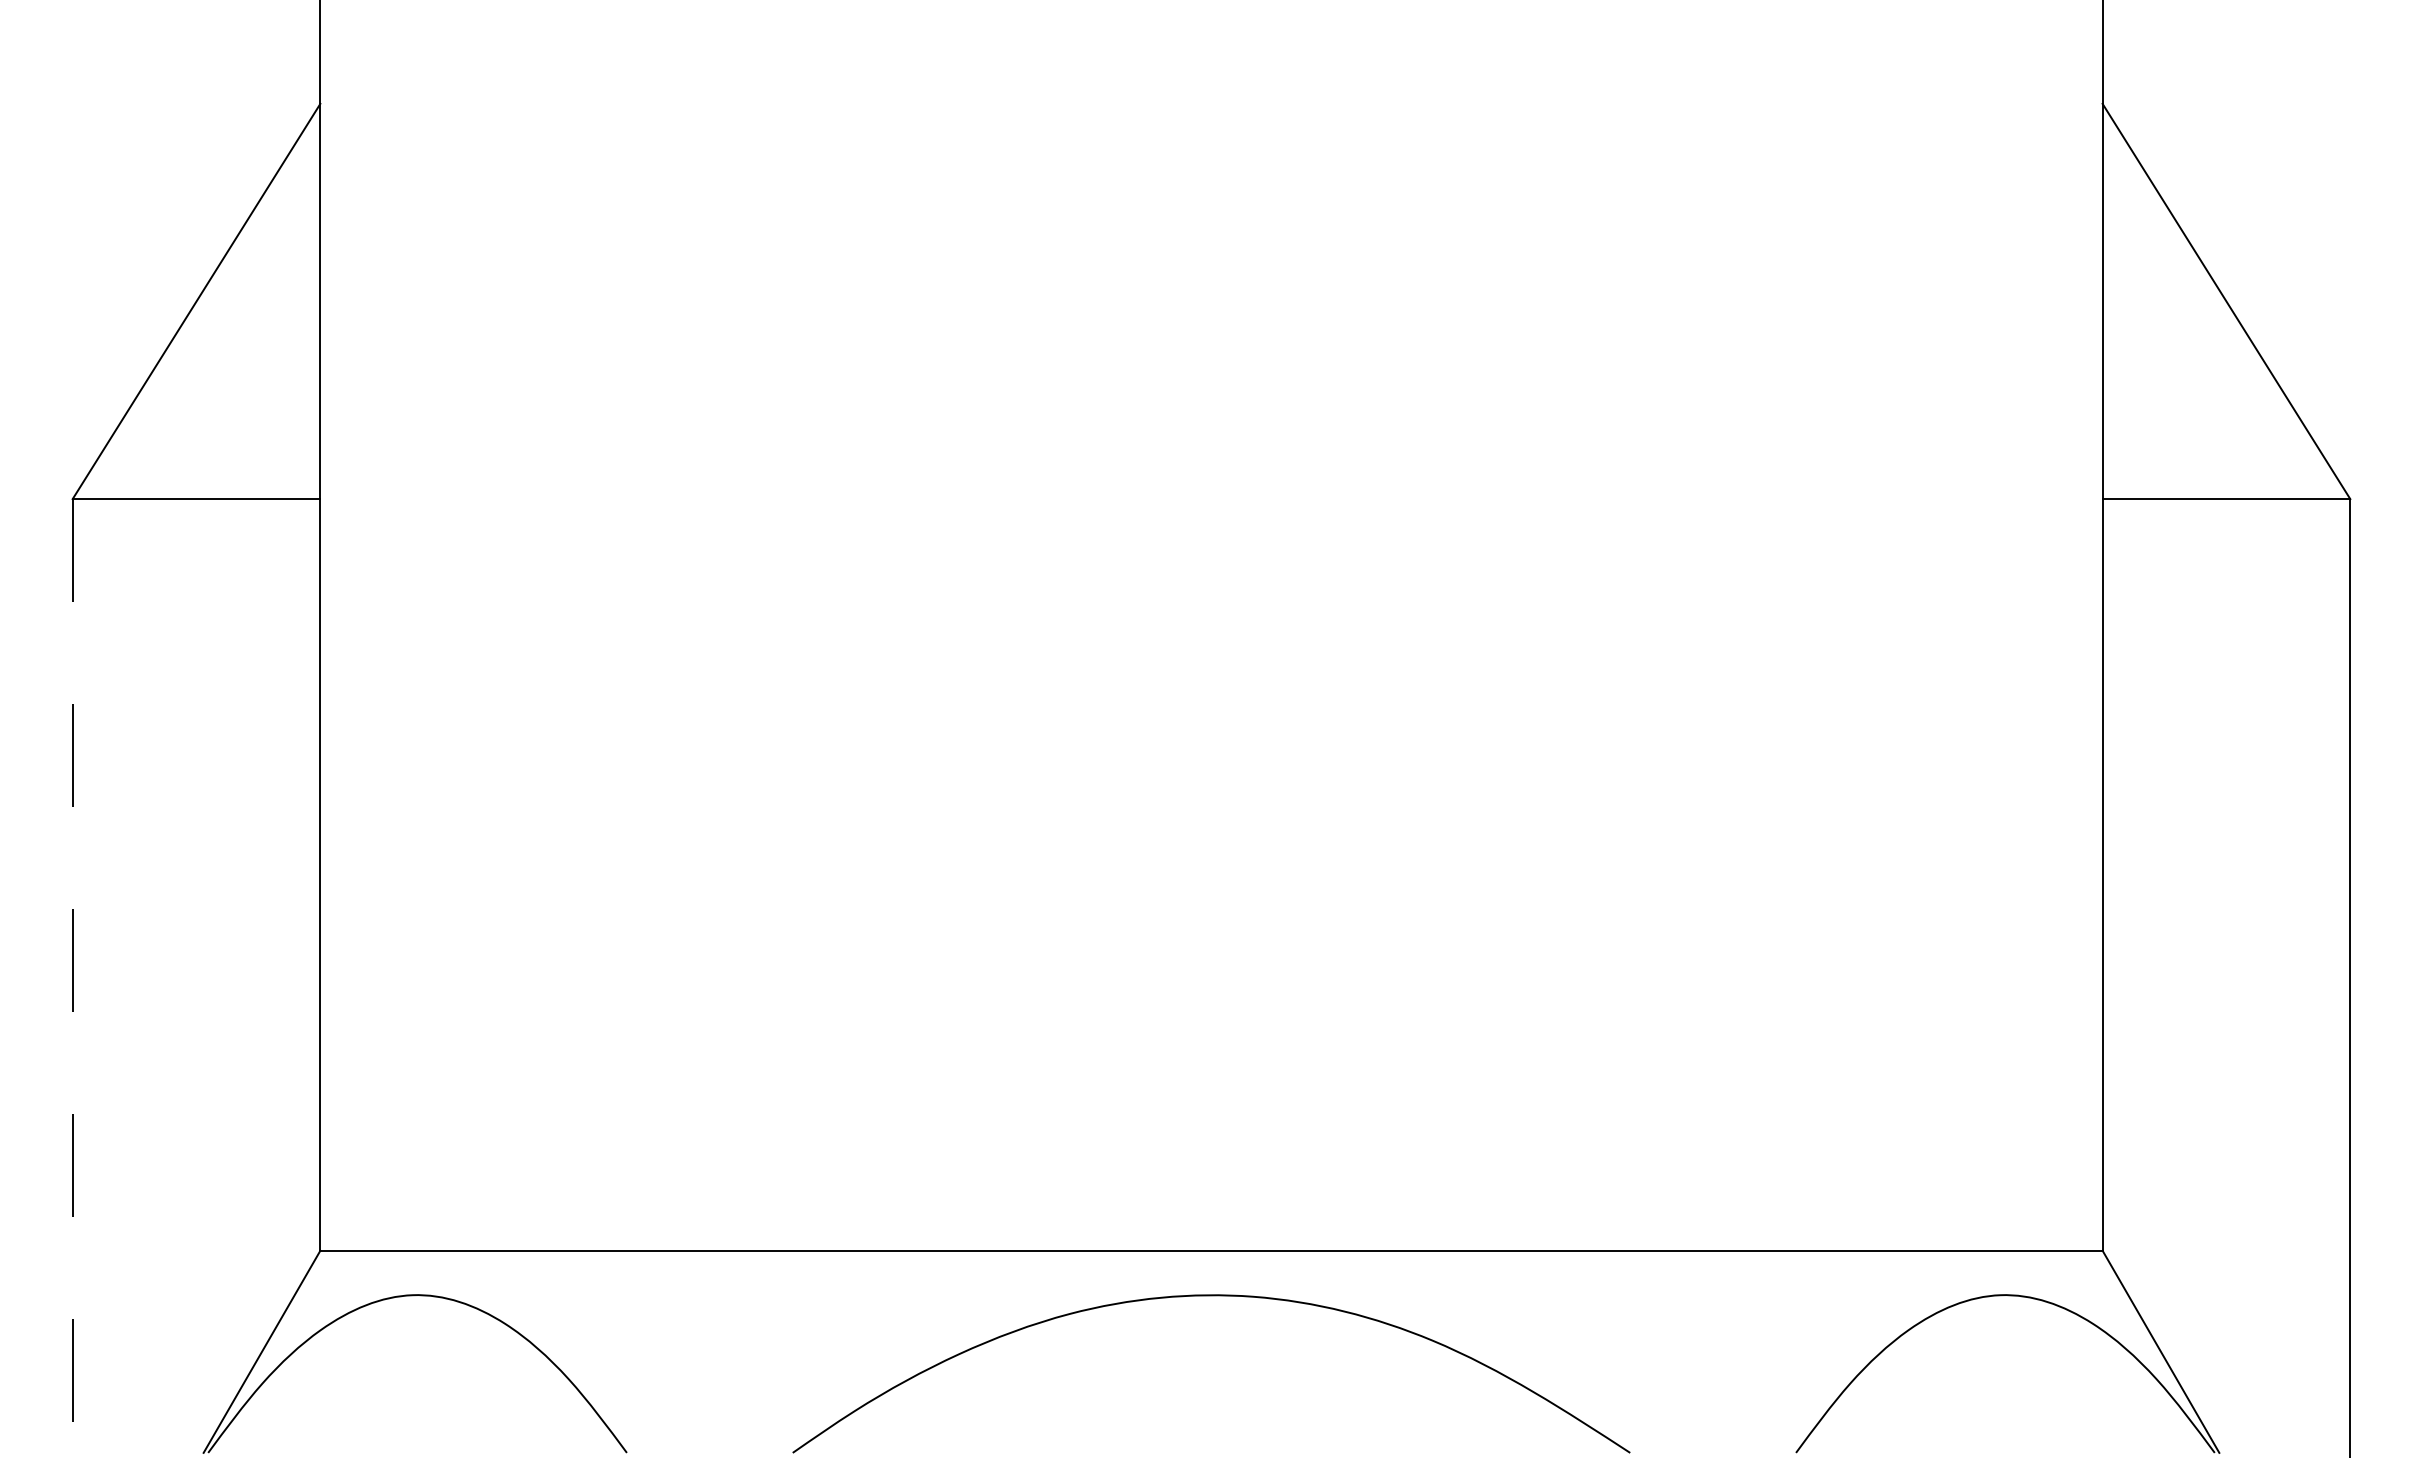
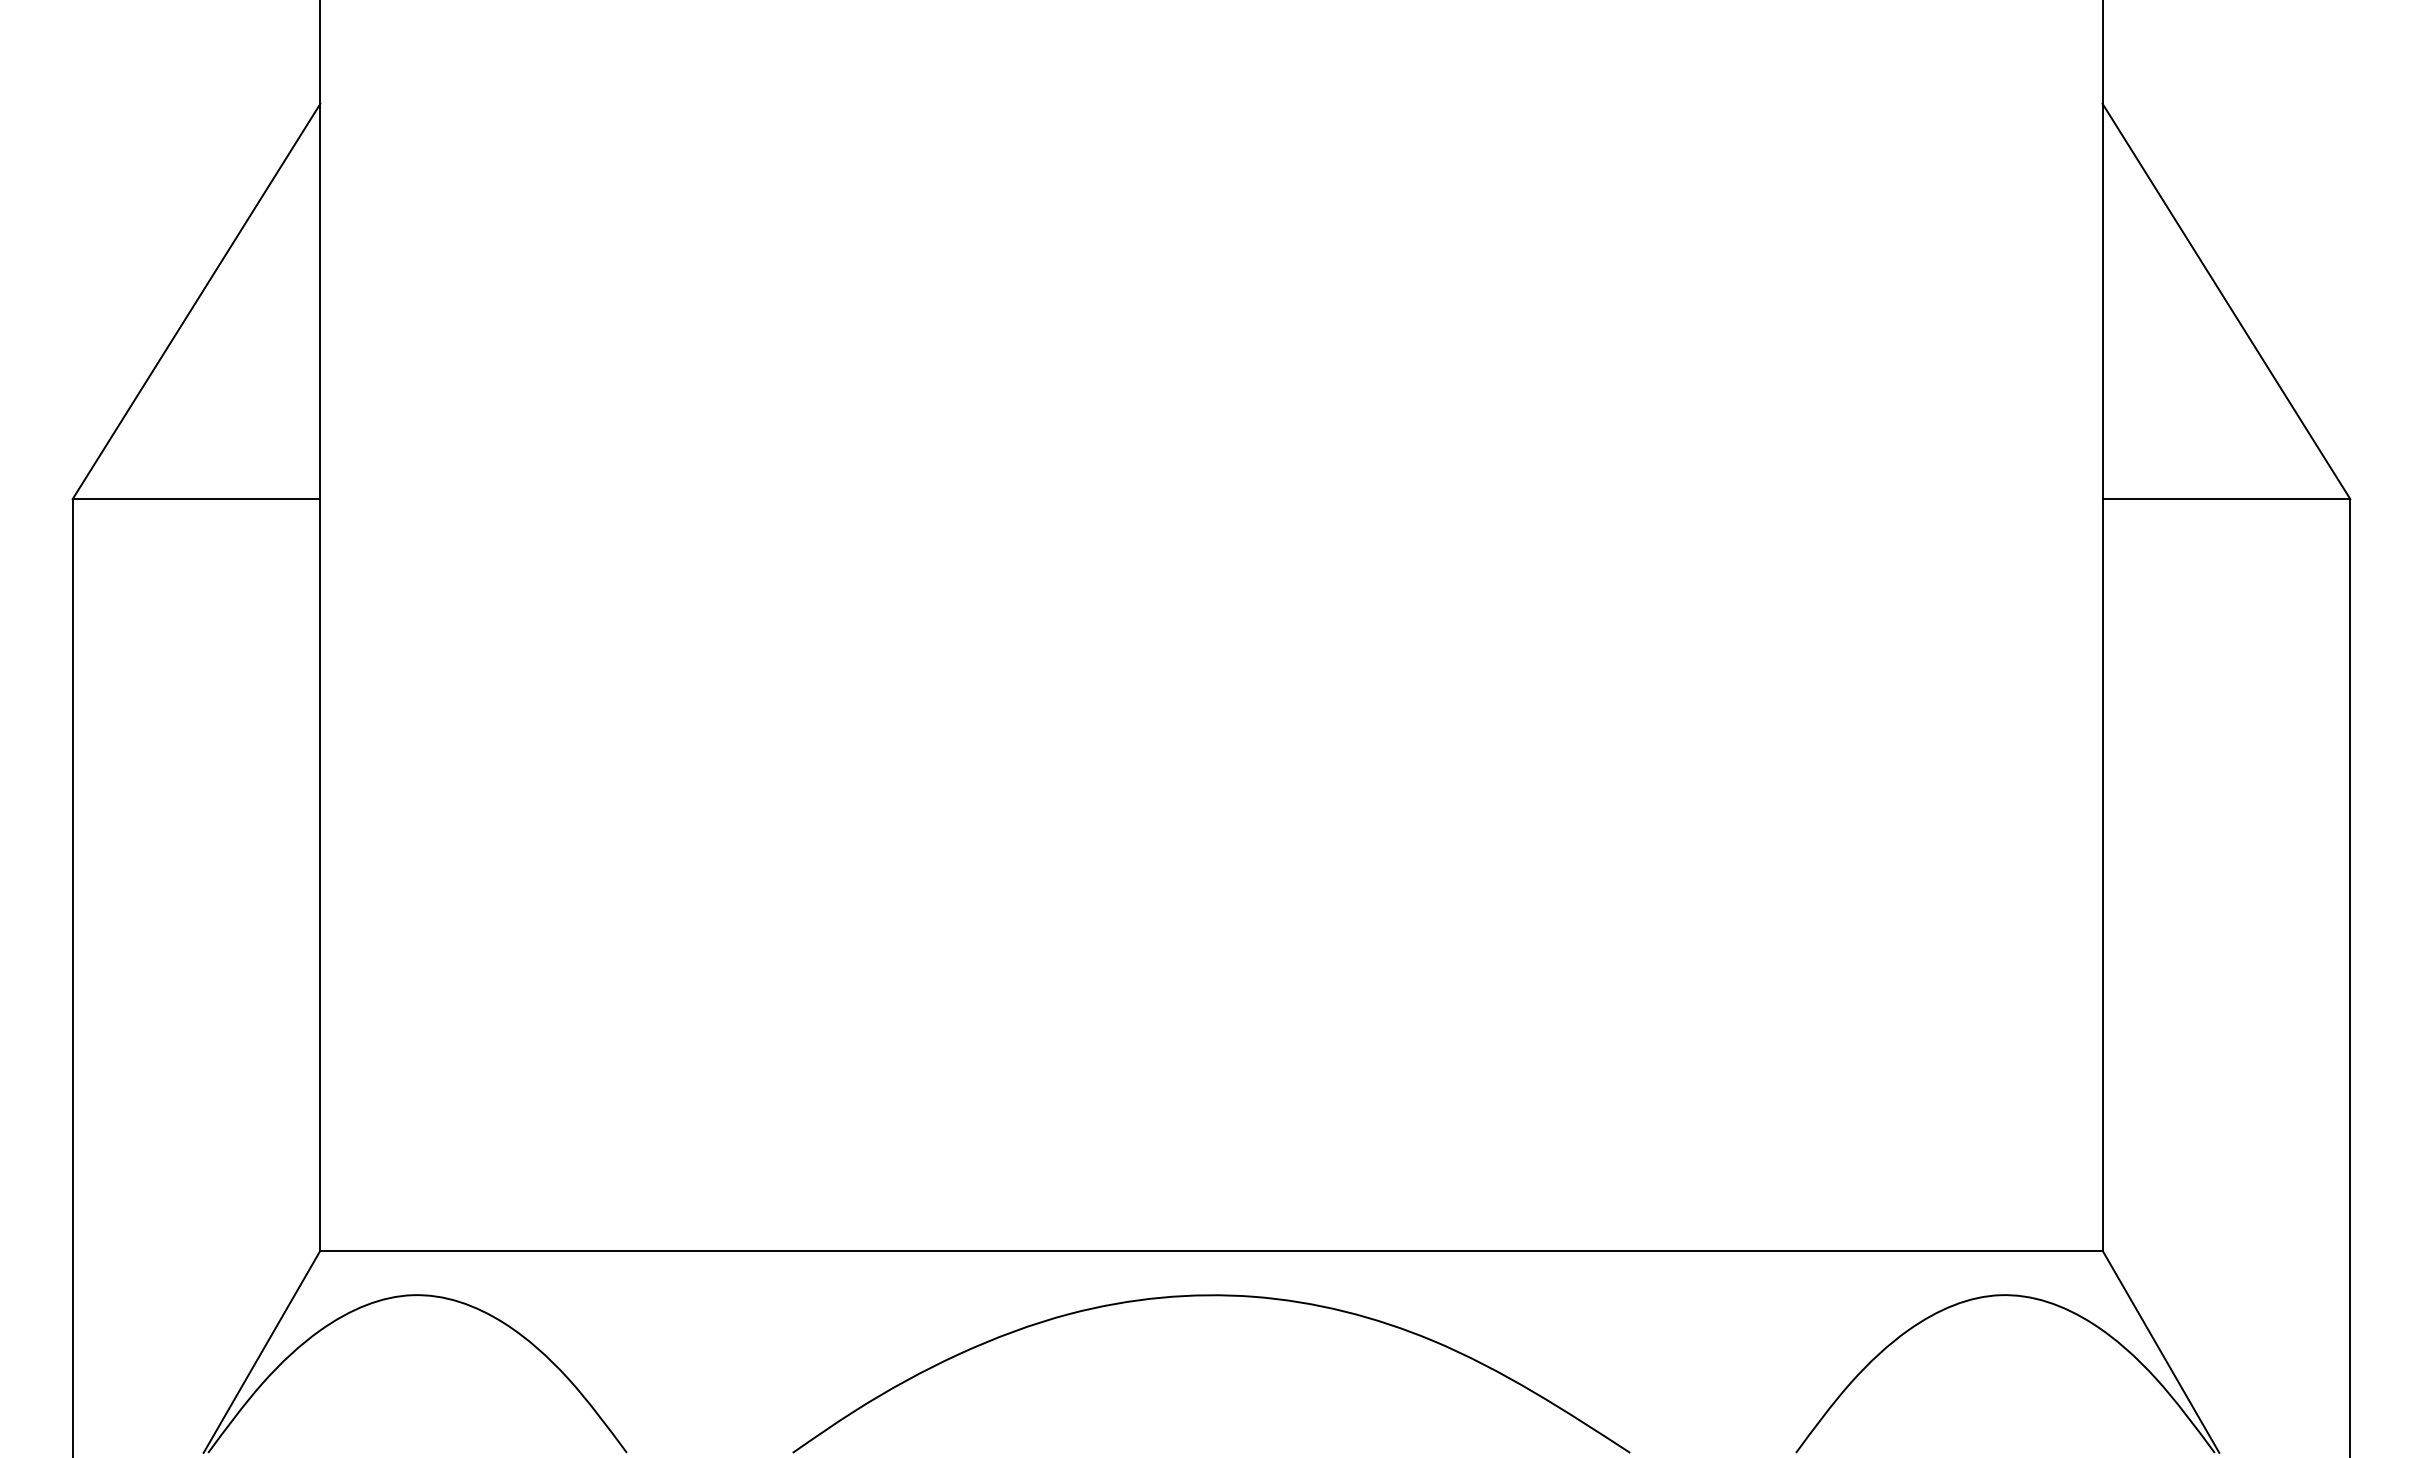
line at (72, 978): dashed -> solid
